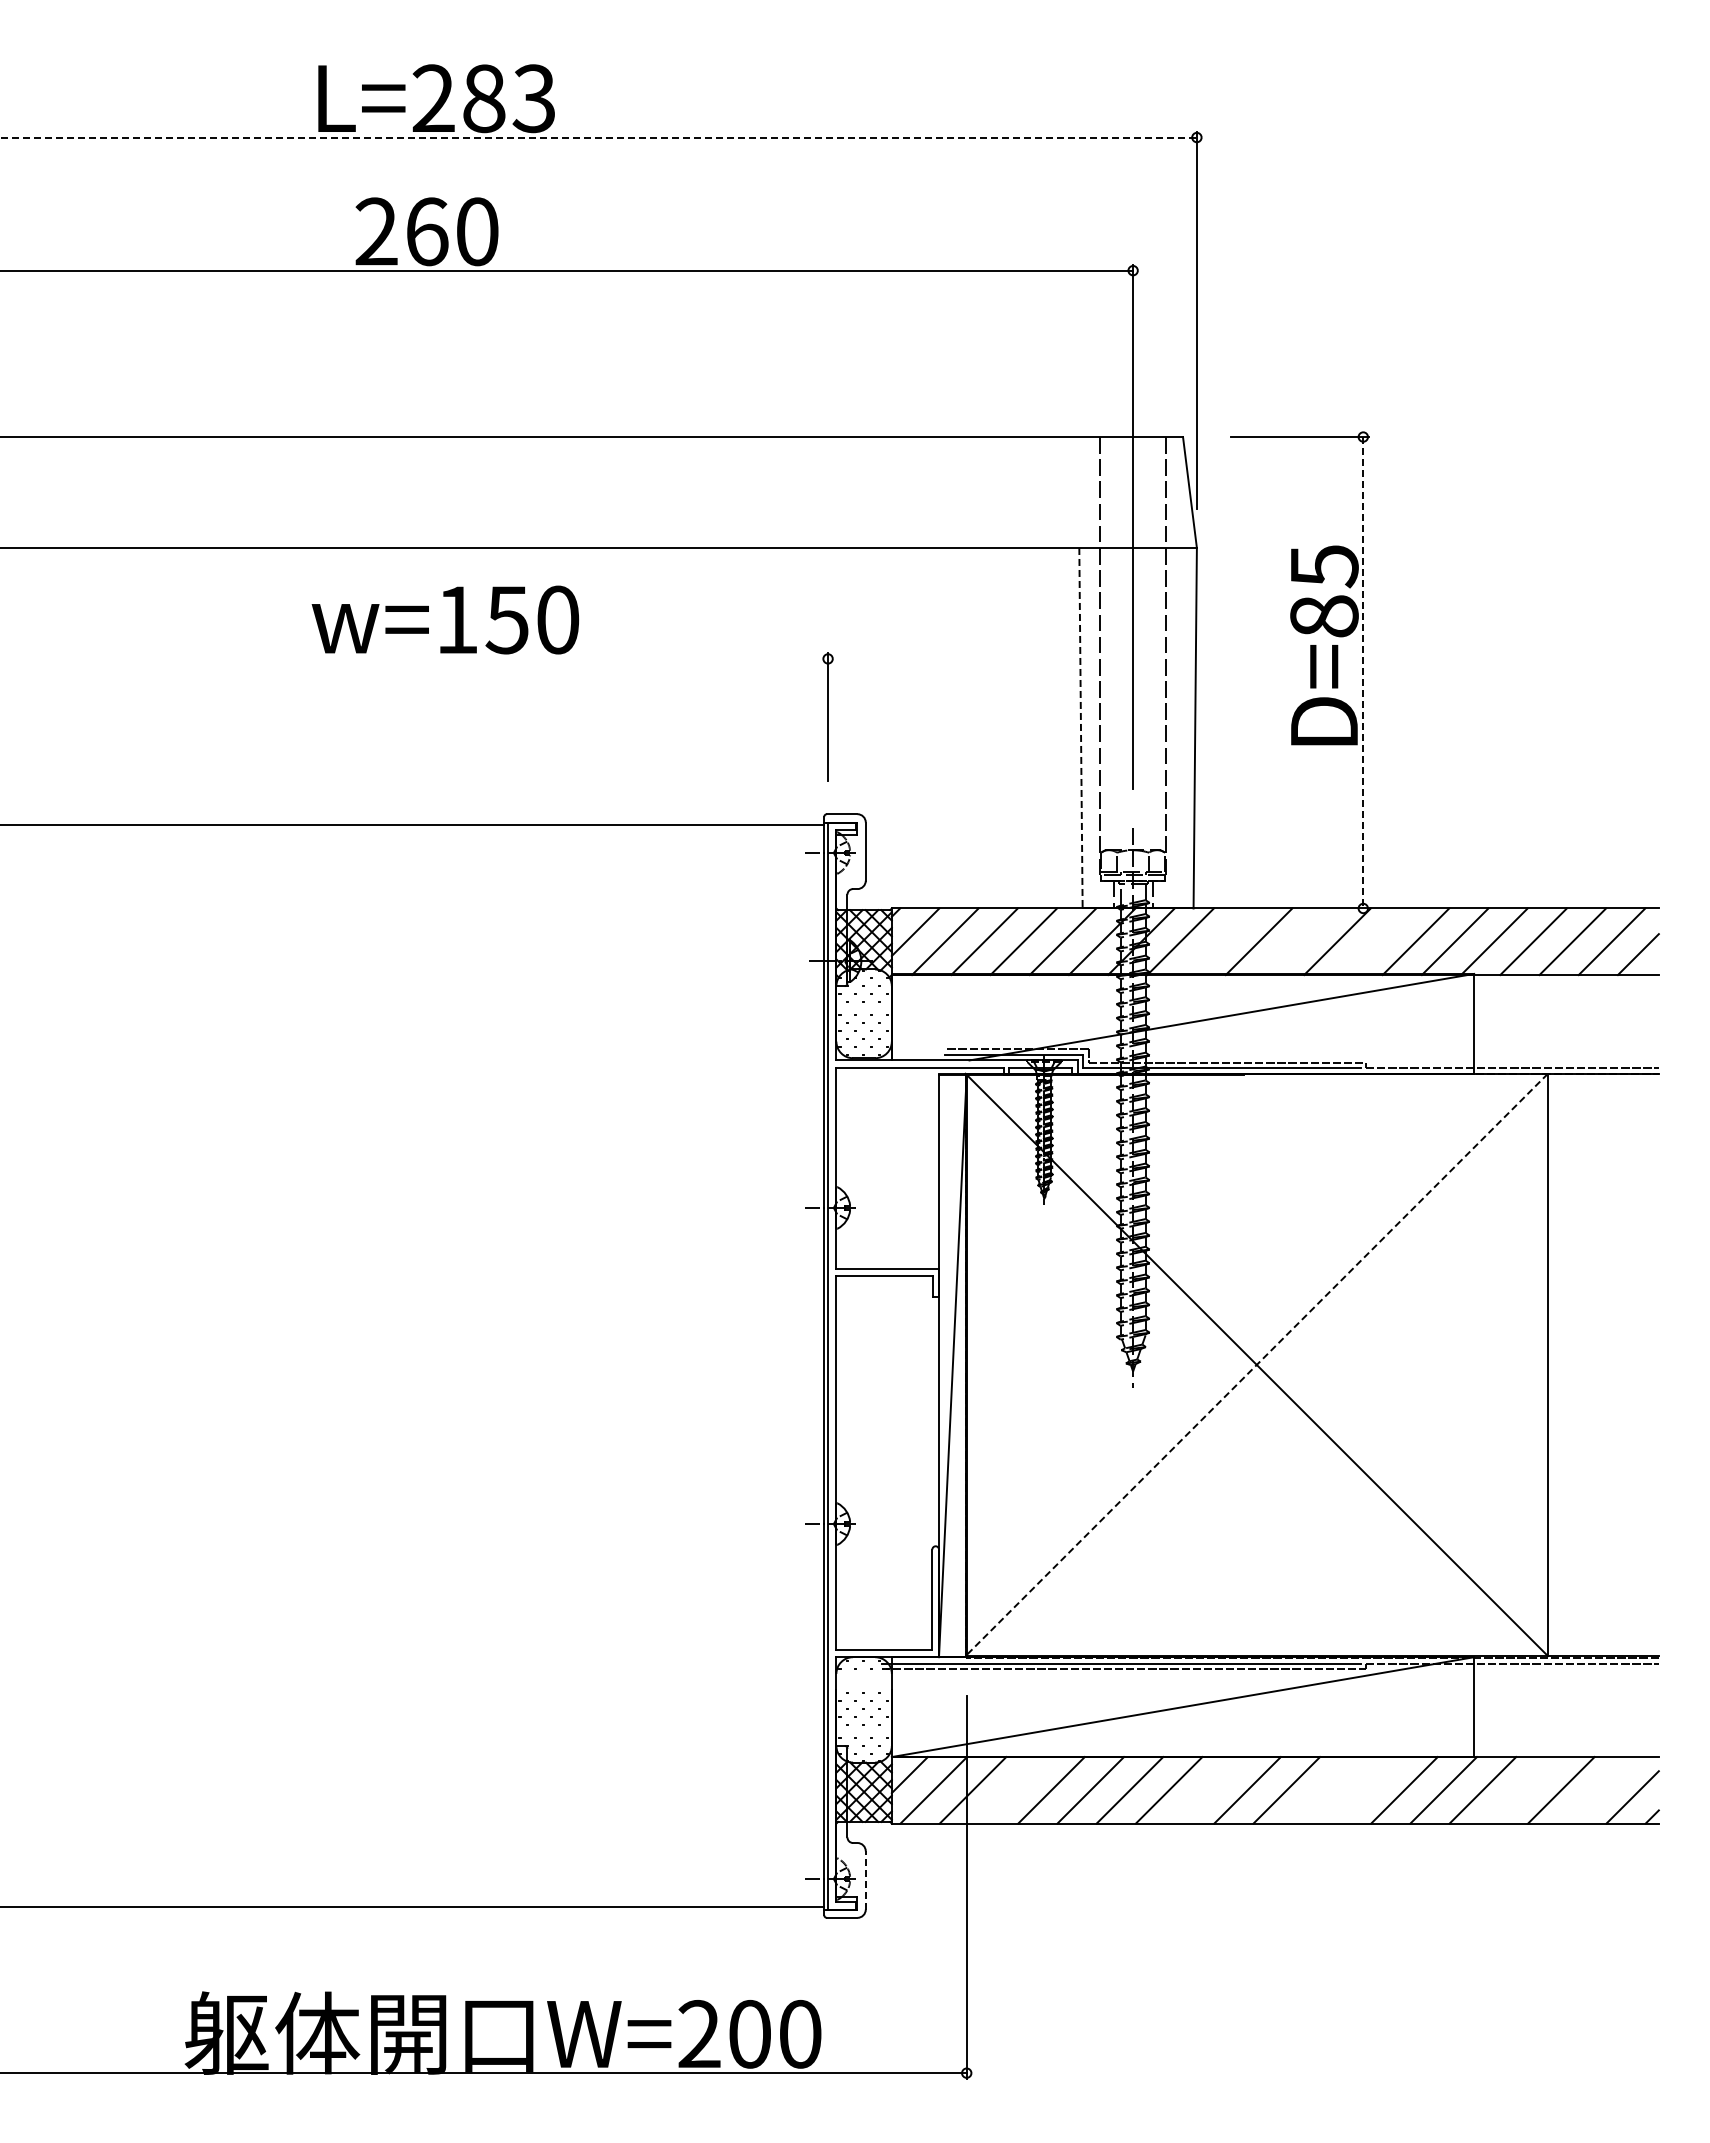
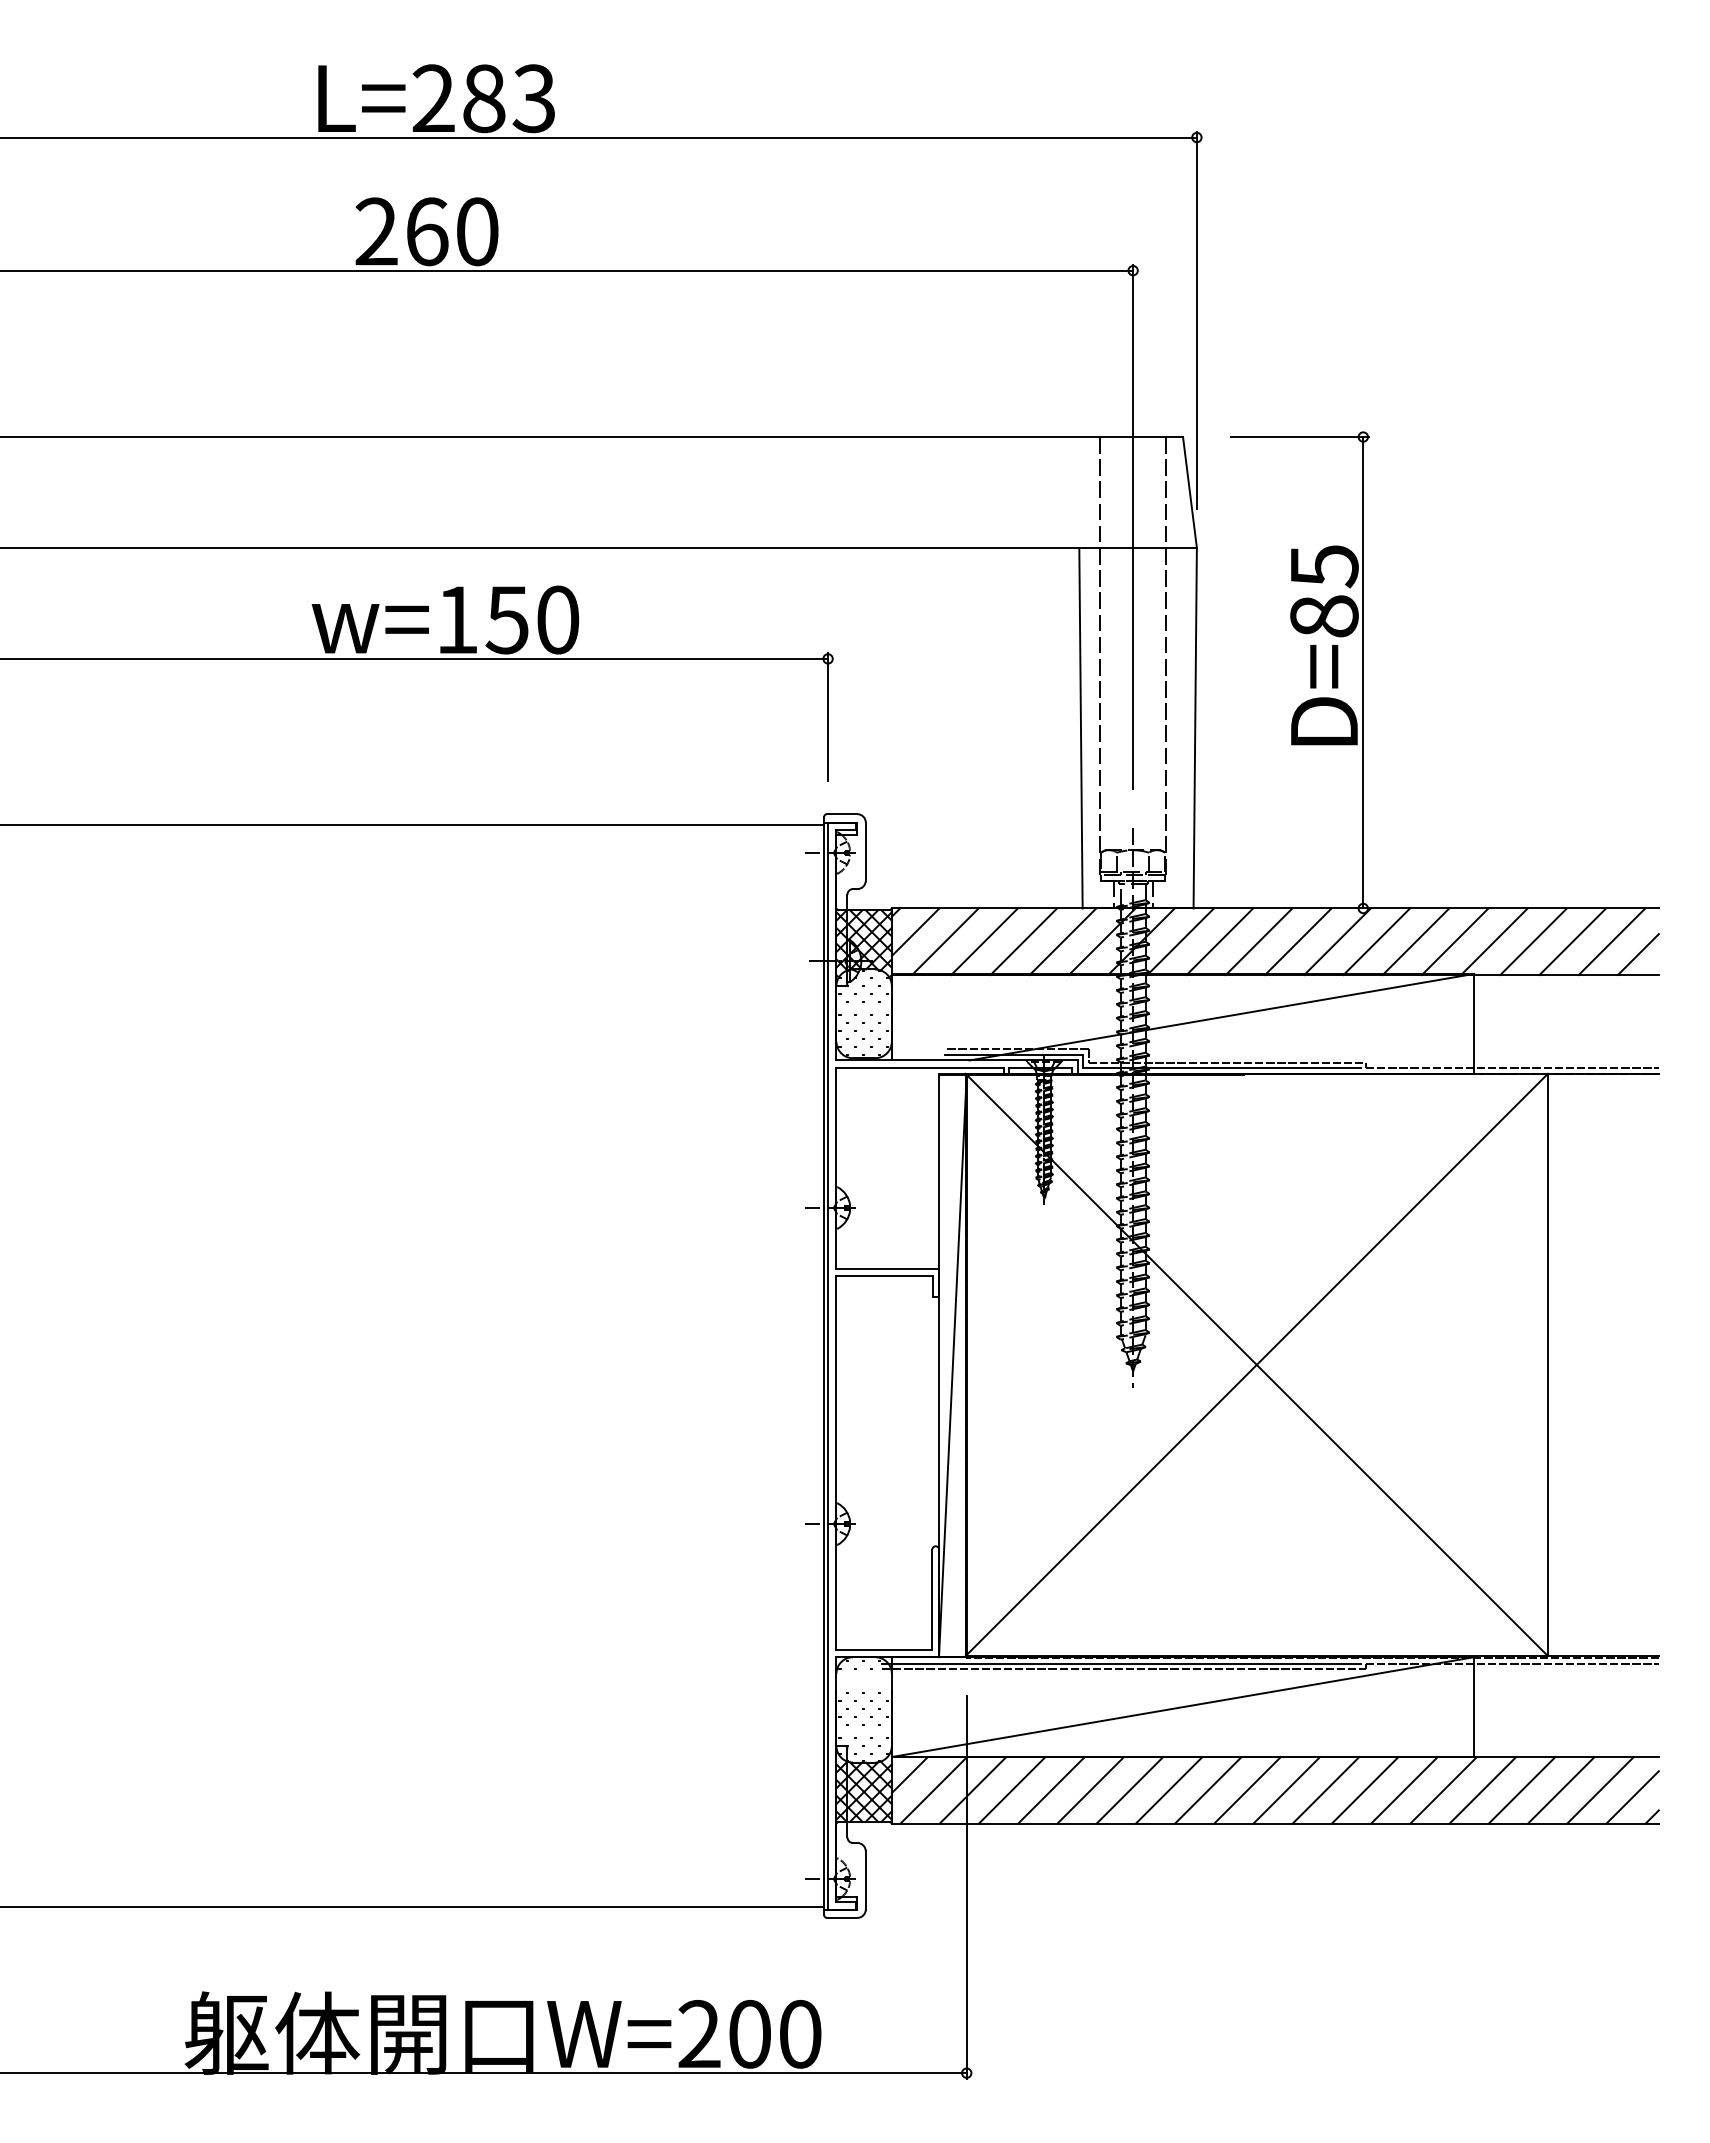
line at (599, 137): dashed -> solid
line at (415, 658): none -> present
line at (1363, 672): dashed -> solid
line at (1080, 728): dashed -> solid
line at (1219, 941): none -> present
line at (1298, 941): none -> present
line at (1376, 941): none -> present
line at (1256, 1364): dashed -> solid
line at (1011, 1790): none -> present
line at (1208, 1790): none -> present
line at (1325, 1790): none -> present
line at (1364, 1790): none -> present
line at (1521, 1790): none -> present
line at (1600, 1790): none -> present
line at (865, 1879): dashed -> solid
